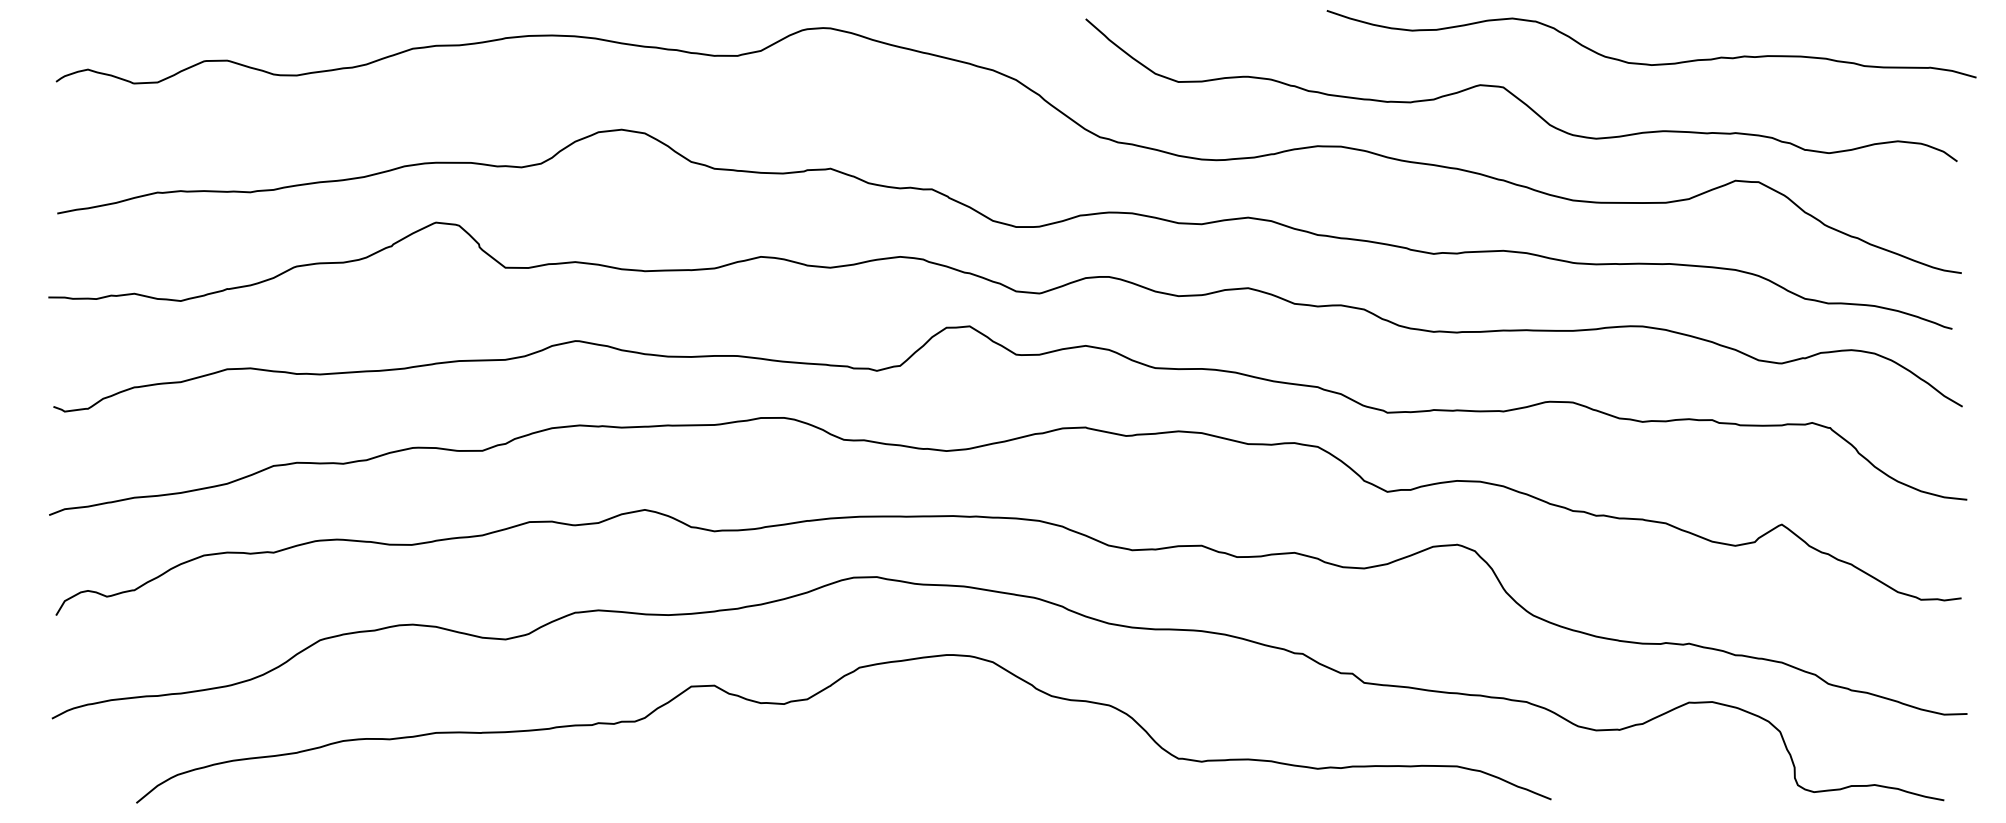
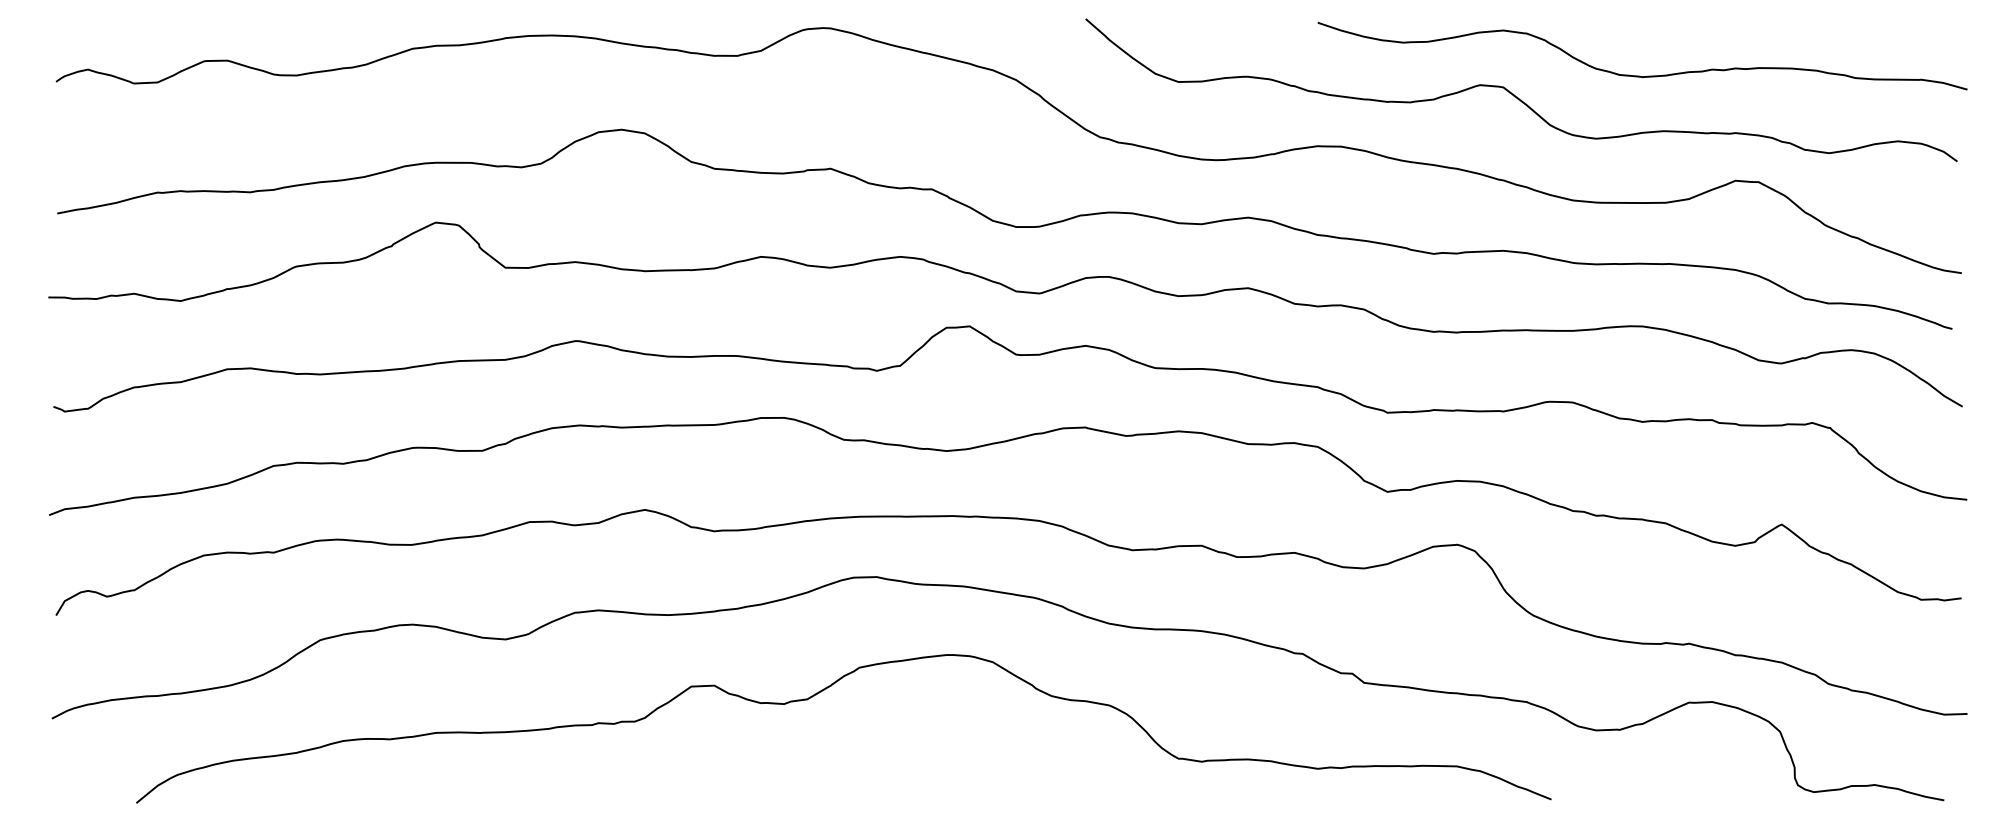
curve at (1648, 63) position: (1648, 63) -> (1639, 75)
